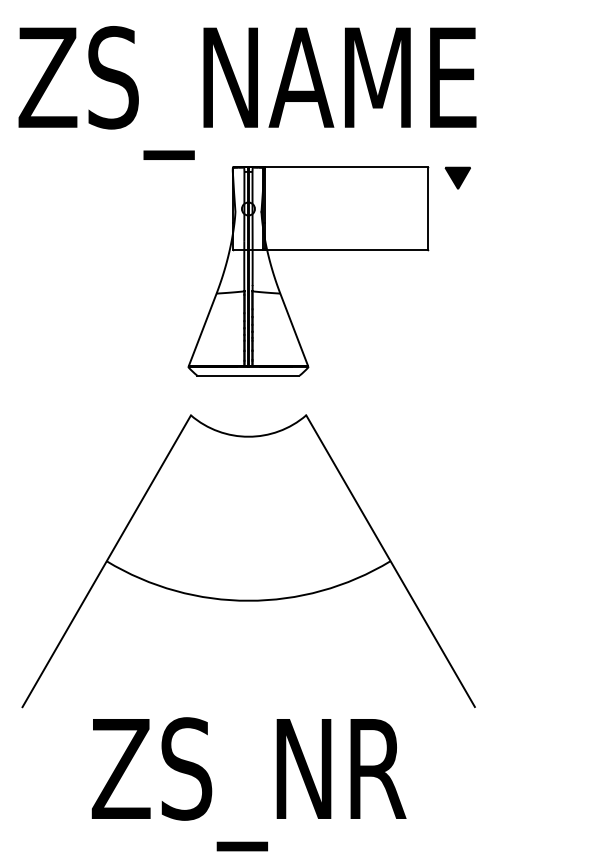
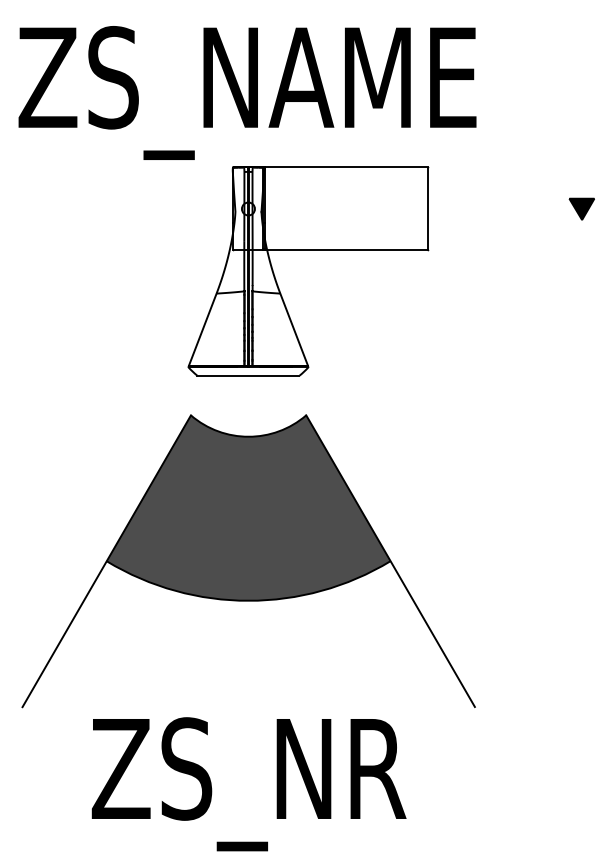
part at (457, 177) position: (457, 177) -> (581, 208)
fill at (248, 507): none -> present
